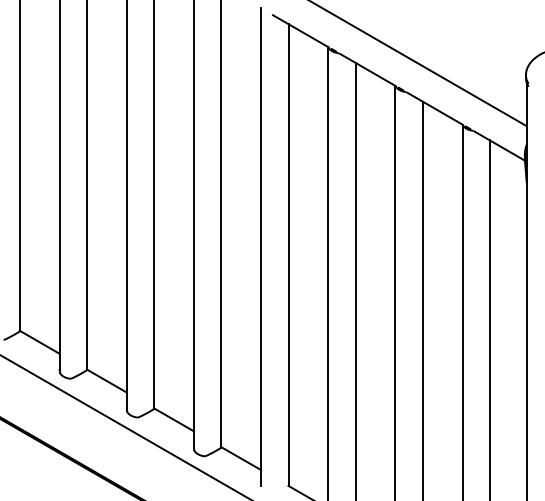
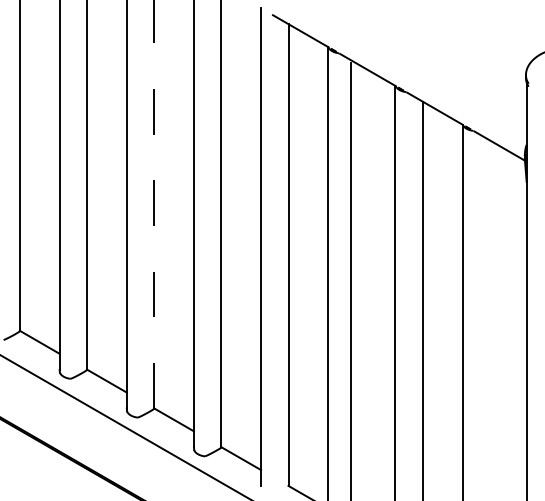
line at (419, 64): present -> none
line at (154, 204): solid -> dashed
line at (355, 279) position: (355, 279) -> (350, 279)
line at (489, 318): present -> none
